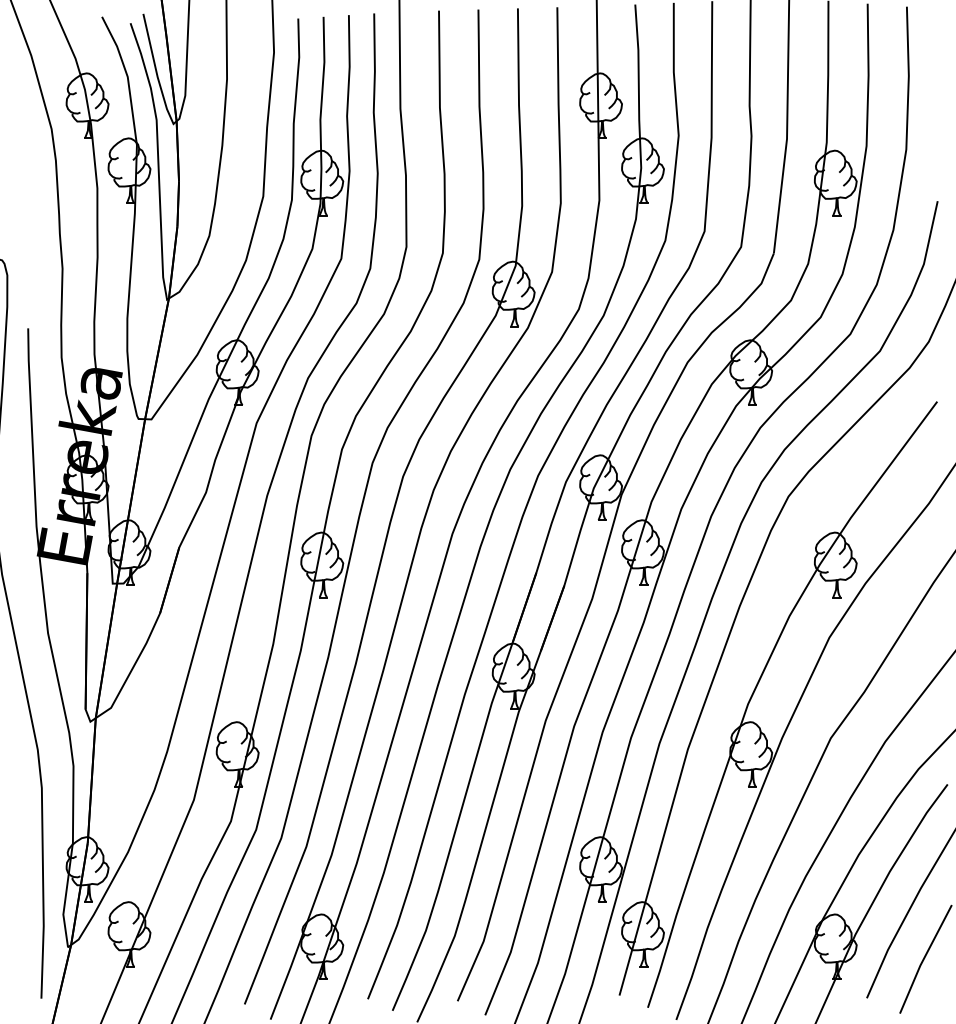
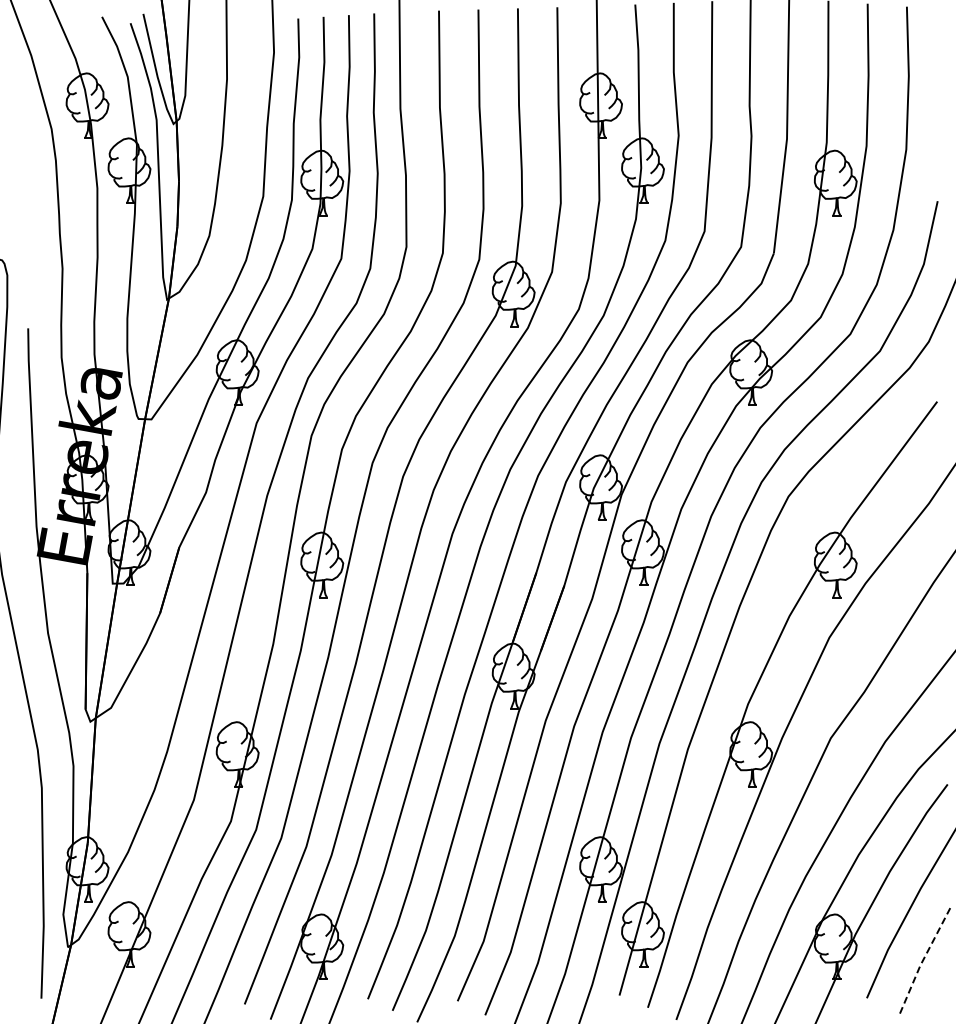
line at (924, 958): solid -> dashed
